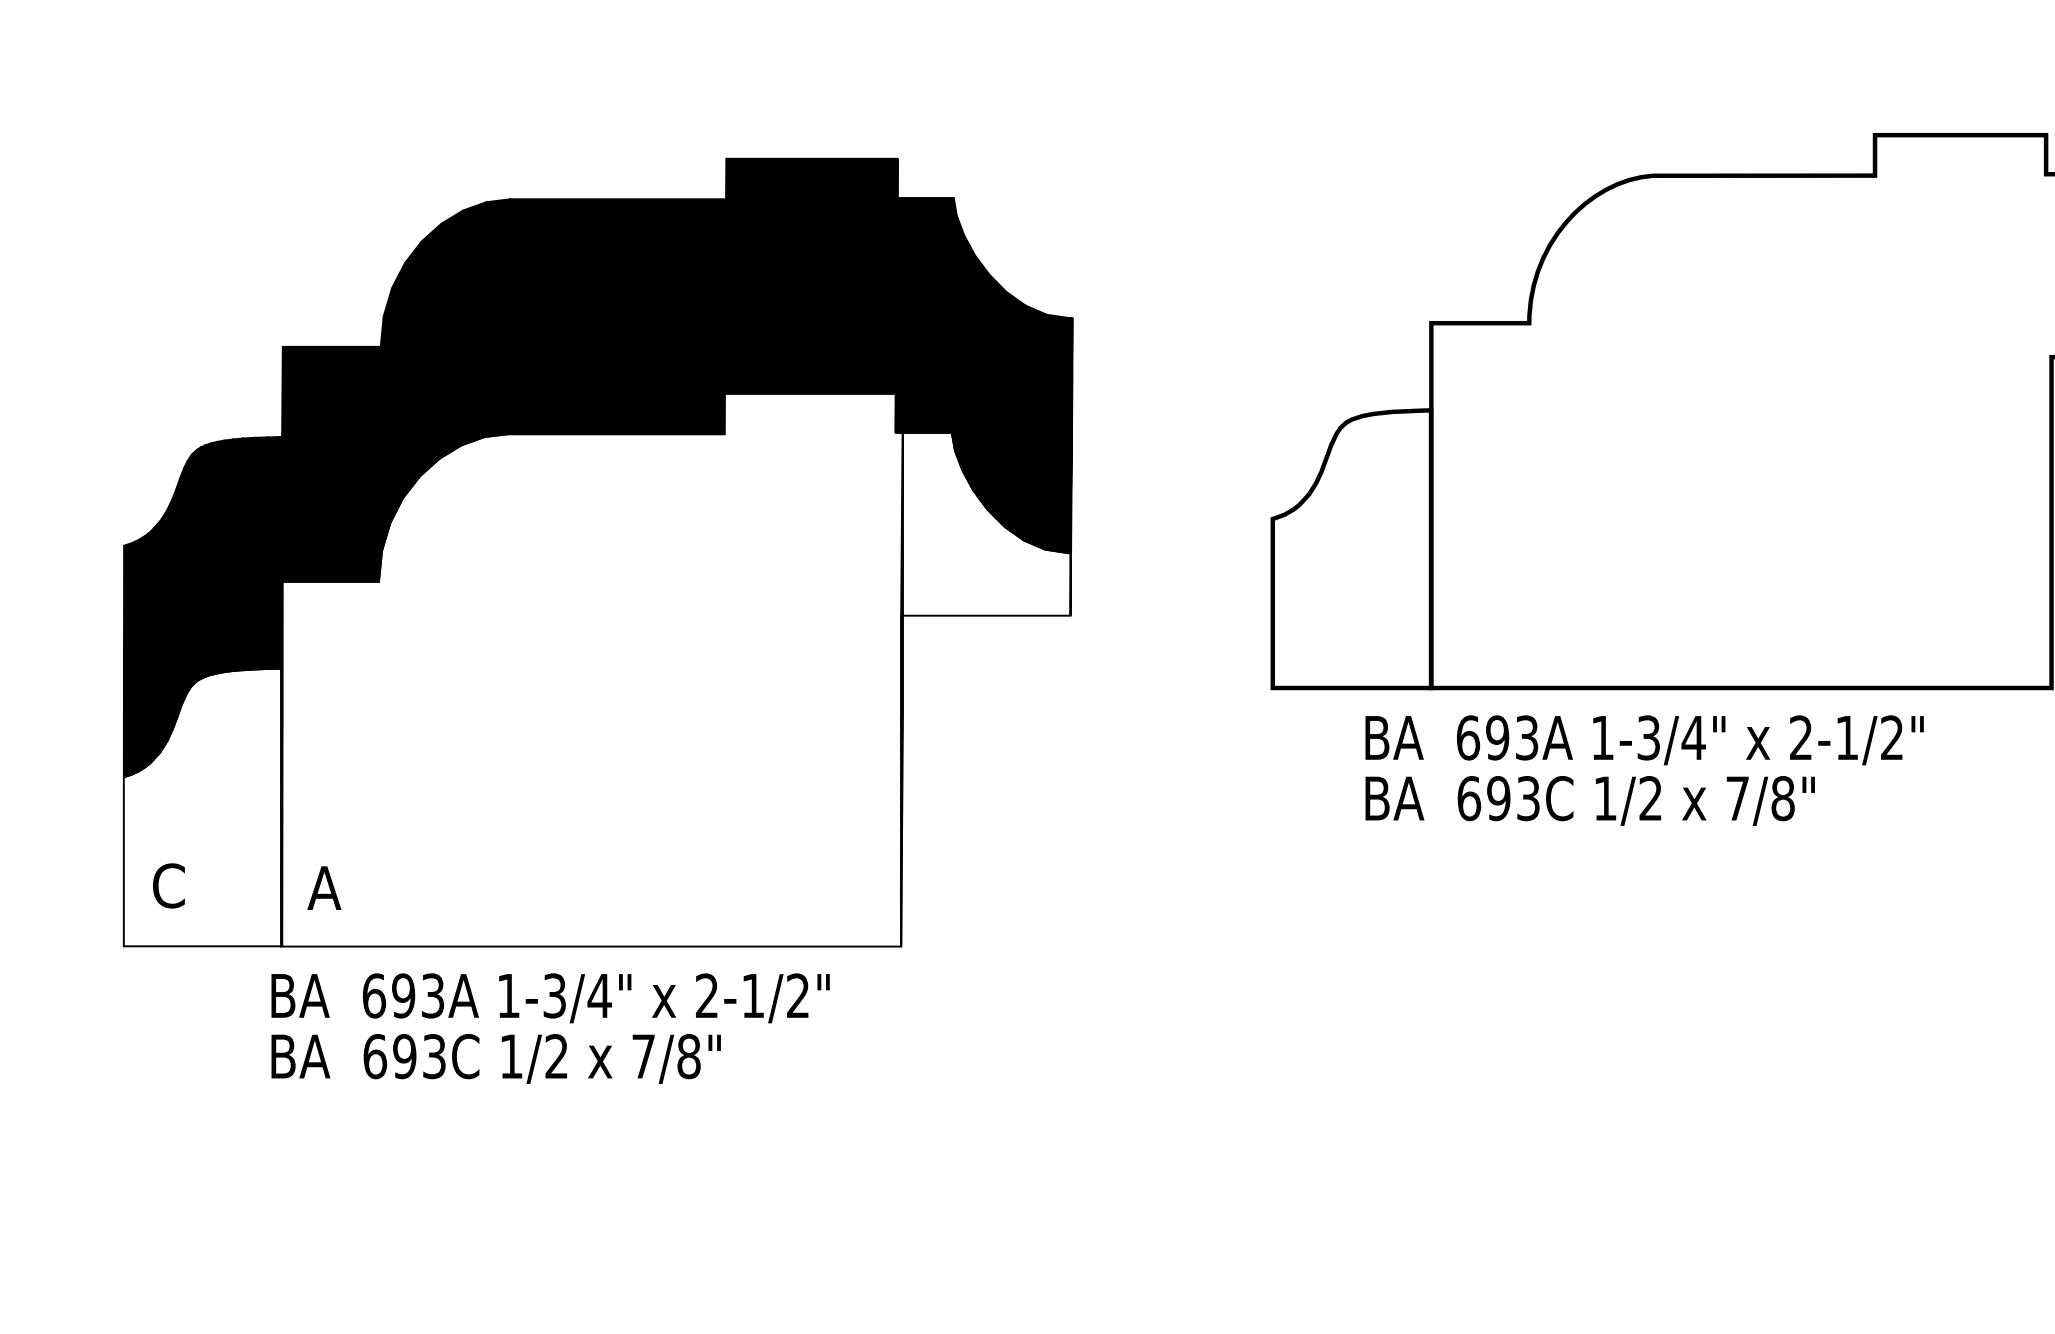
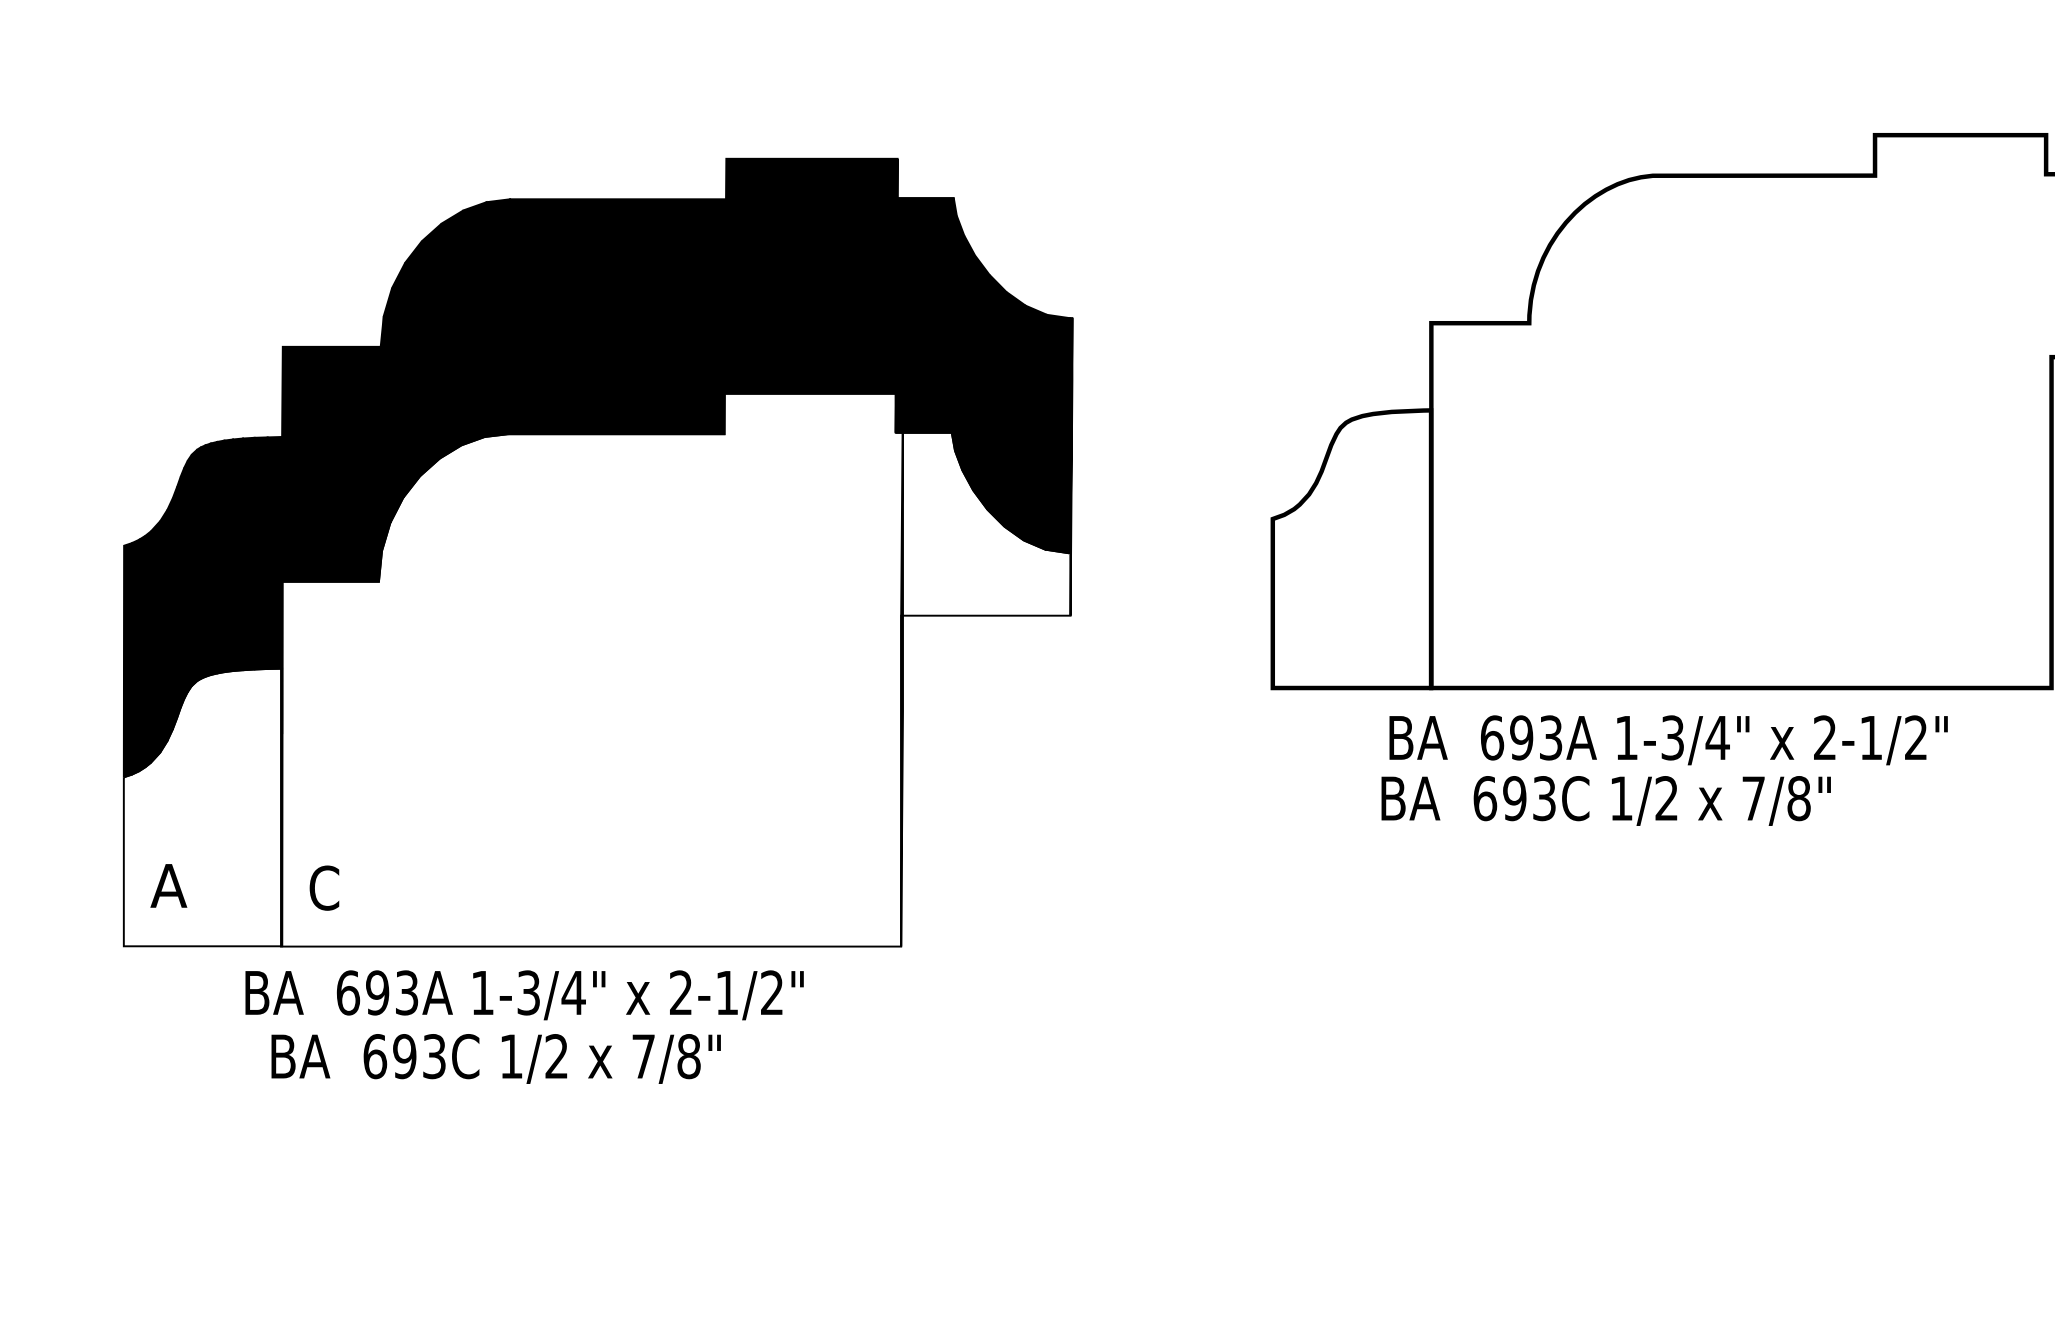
text at (1644, 740) position: (1644, 740) -> (1668, 740)
text at (1589, 800) position: (1589, 800) -> (1605, 800)
text at (168, 885): C -> A
text at (324, 887): A -> C
text at (550, 998) position: (550, 998) -> (524, 995)
